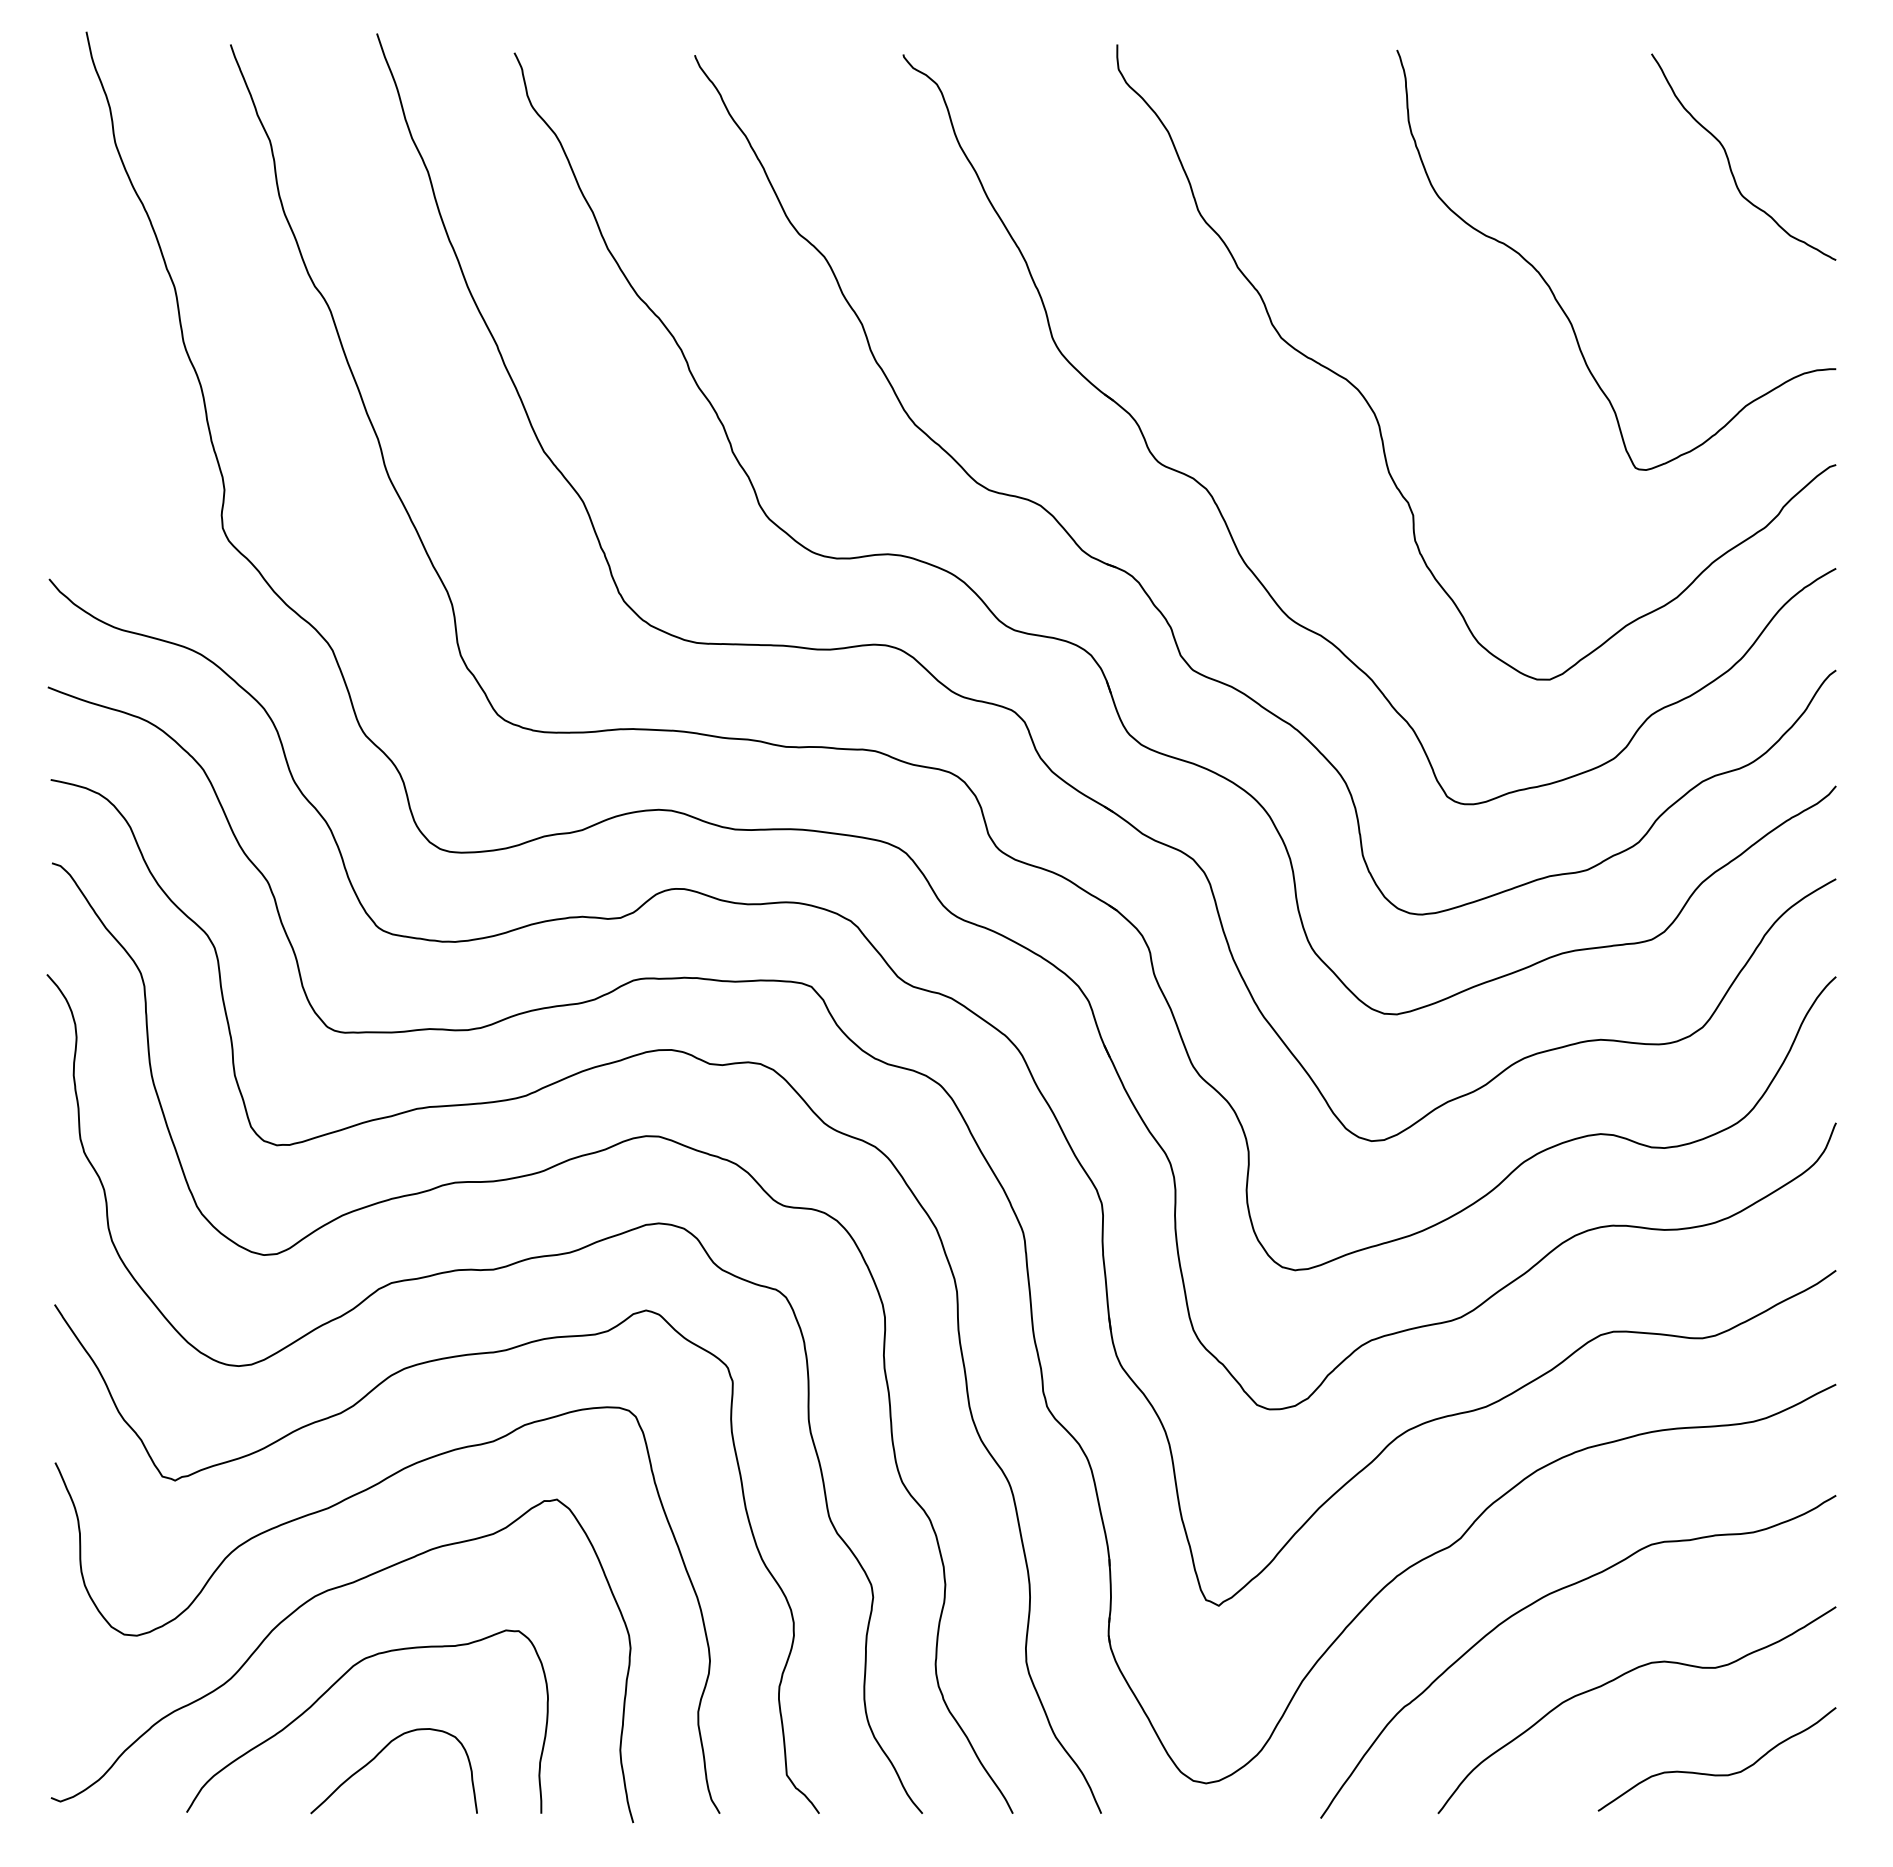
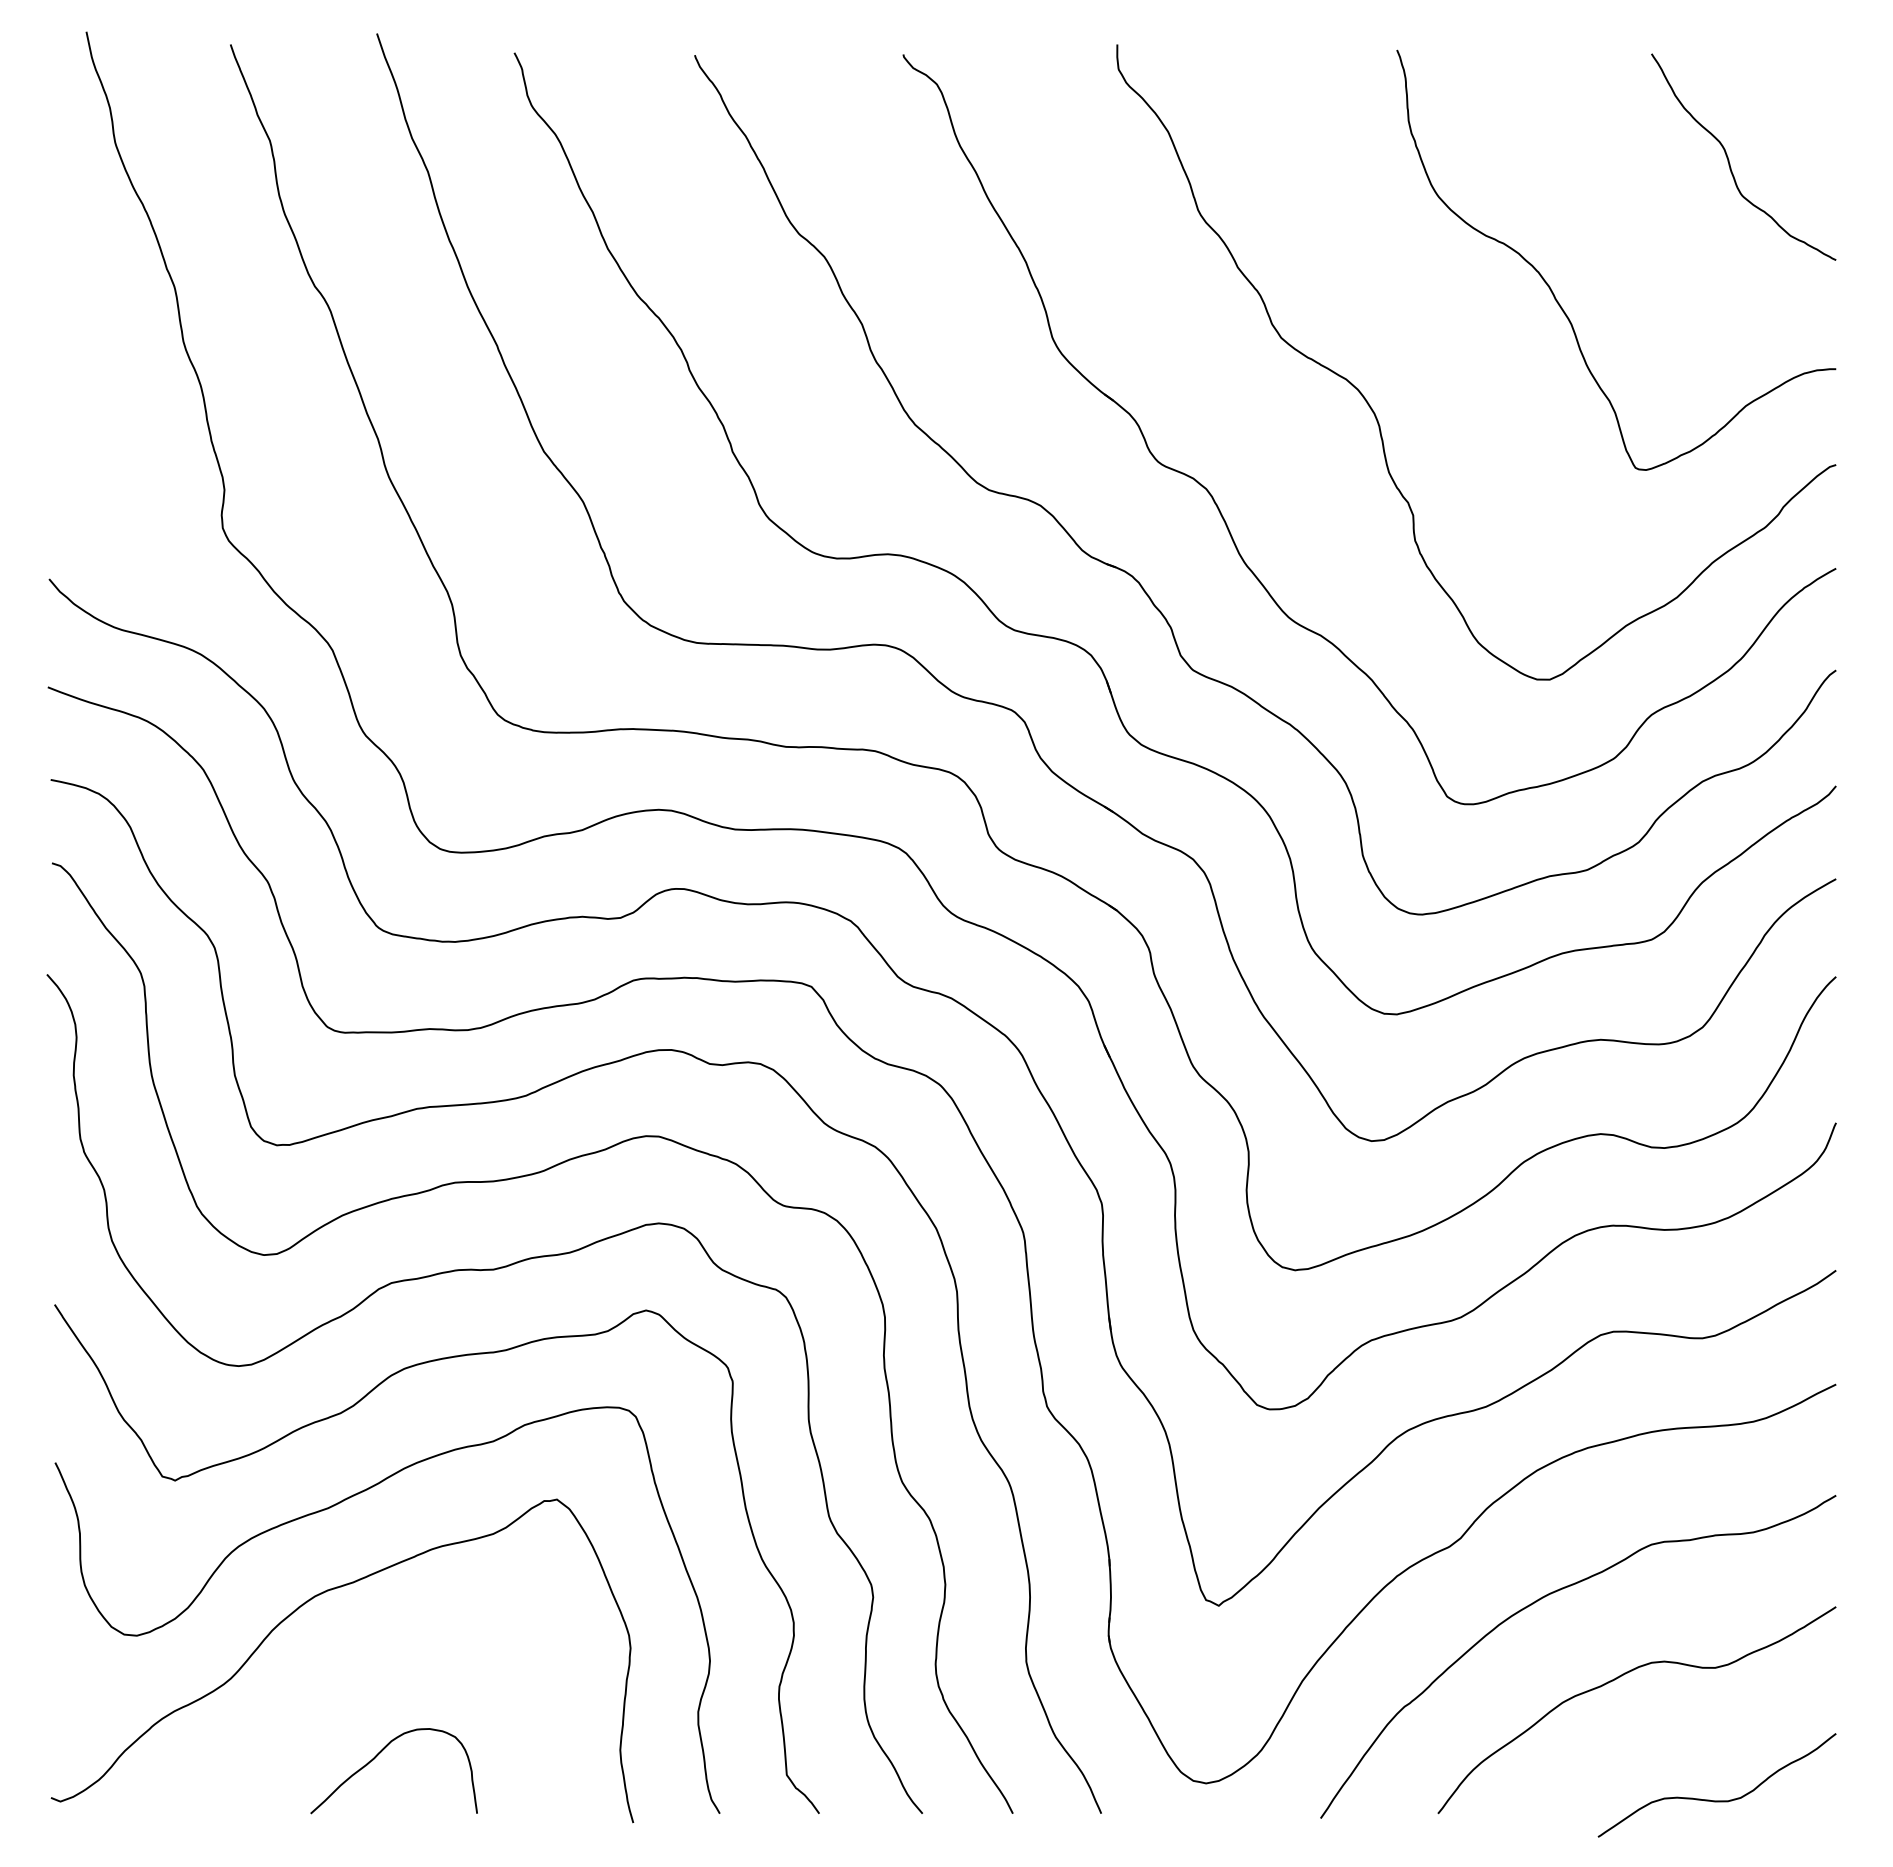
curve at (333, 1686): present -> none
curve at (1716, 1774) position: (1716, 1774) -> (1716, 1800)
